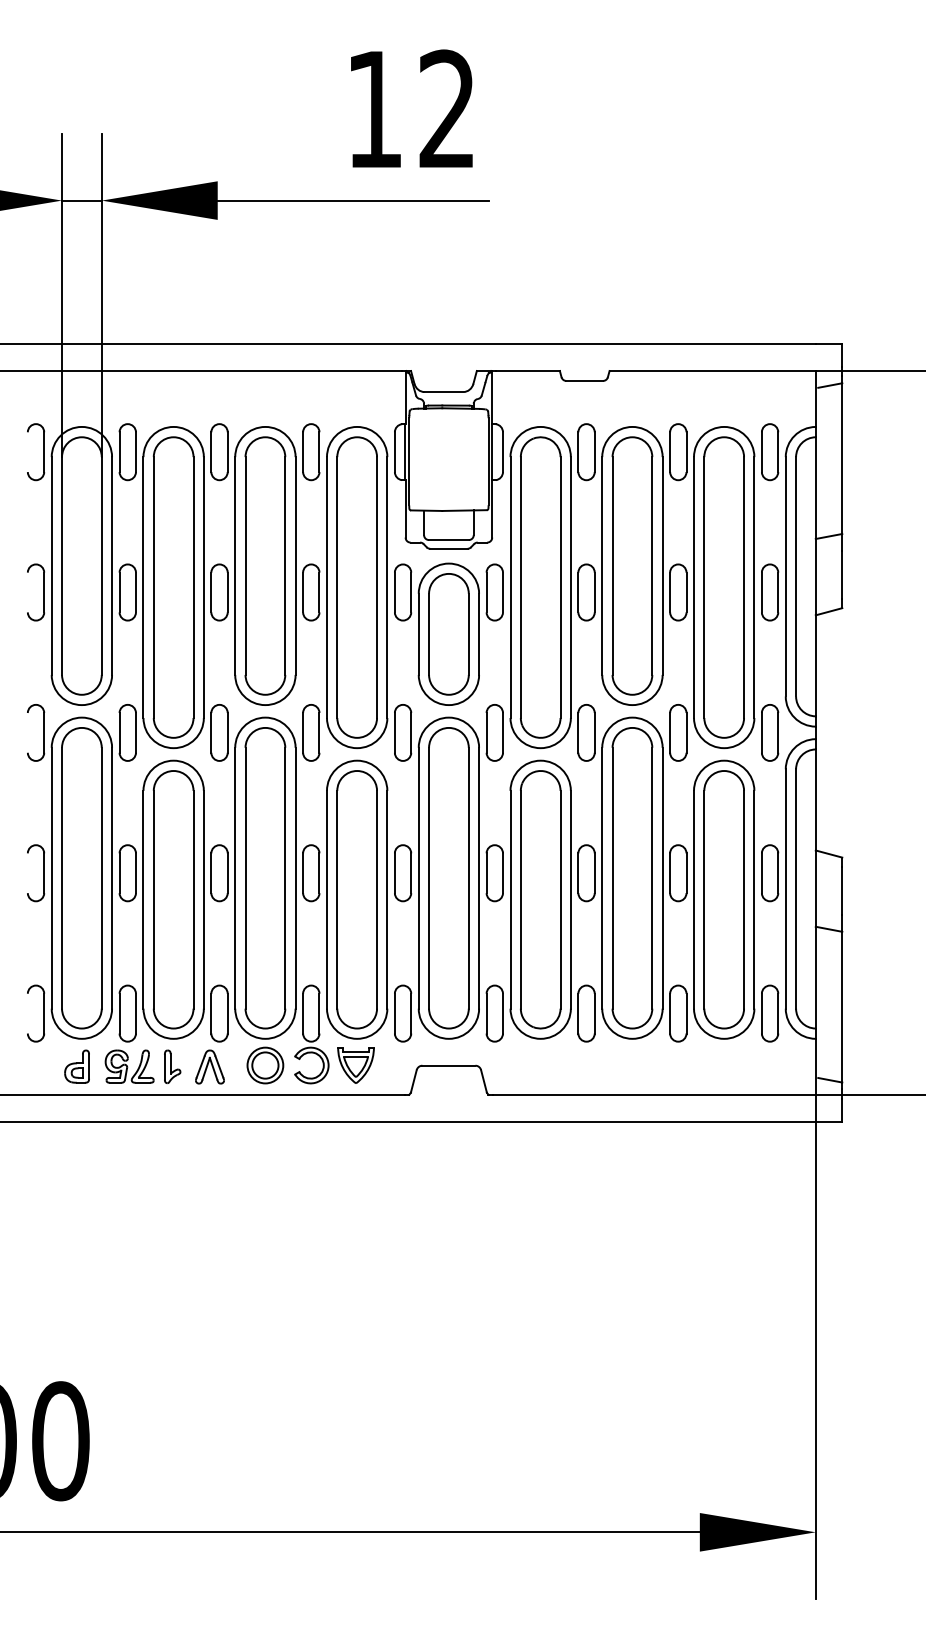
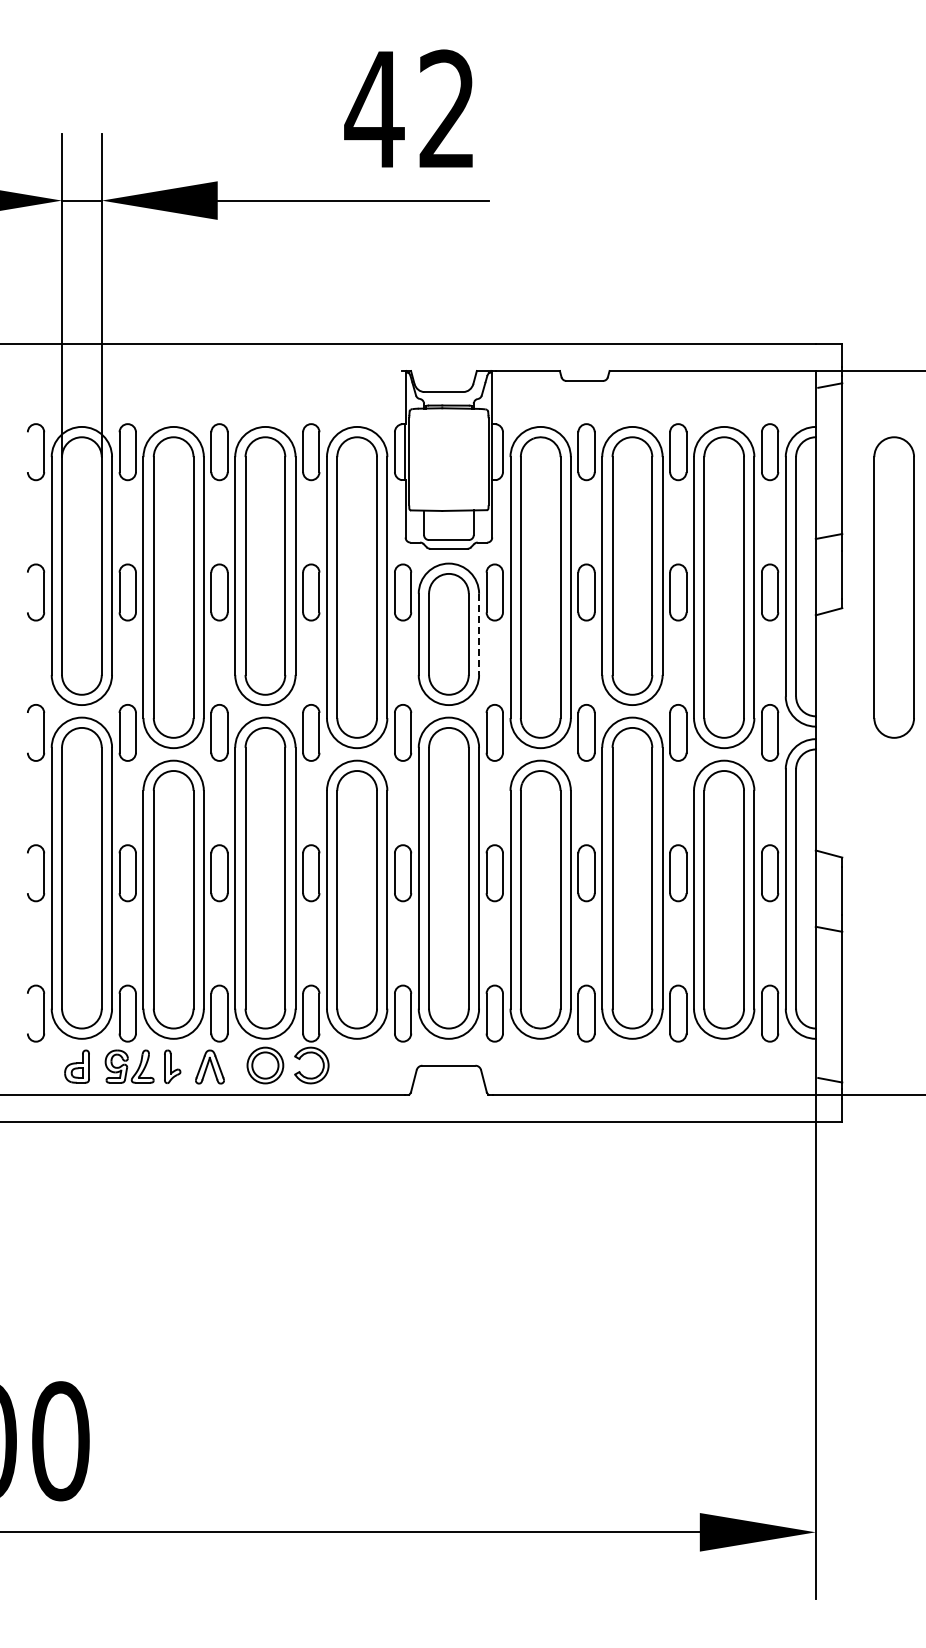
text at (374, 109): 12 -> 42
line at (202, 371): present -> none
part at (893, 587): none -> present
line at (479, 634): solid -> dashed
part at (355, 1065): present -> none
